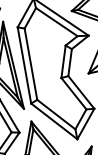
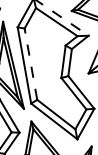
line at (62, 17): solid -> dashed
line at (30, 63): solid -> dashed
